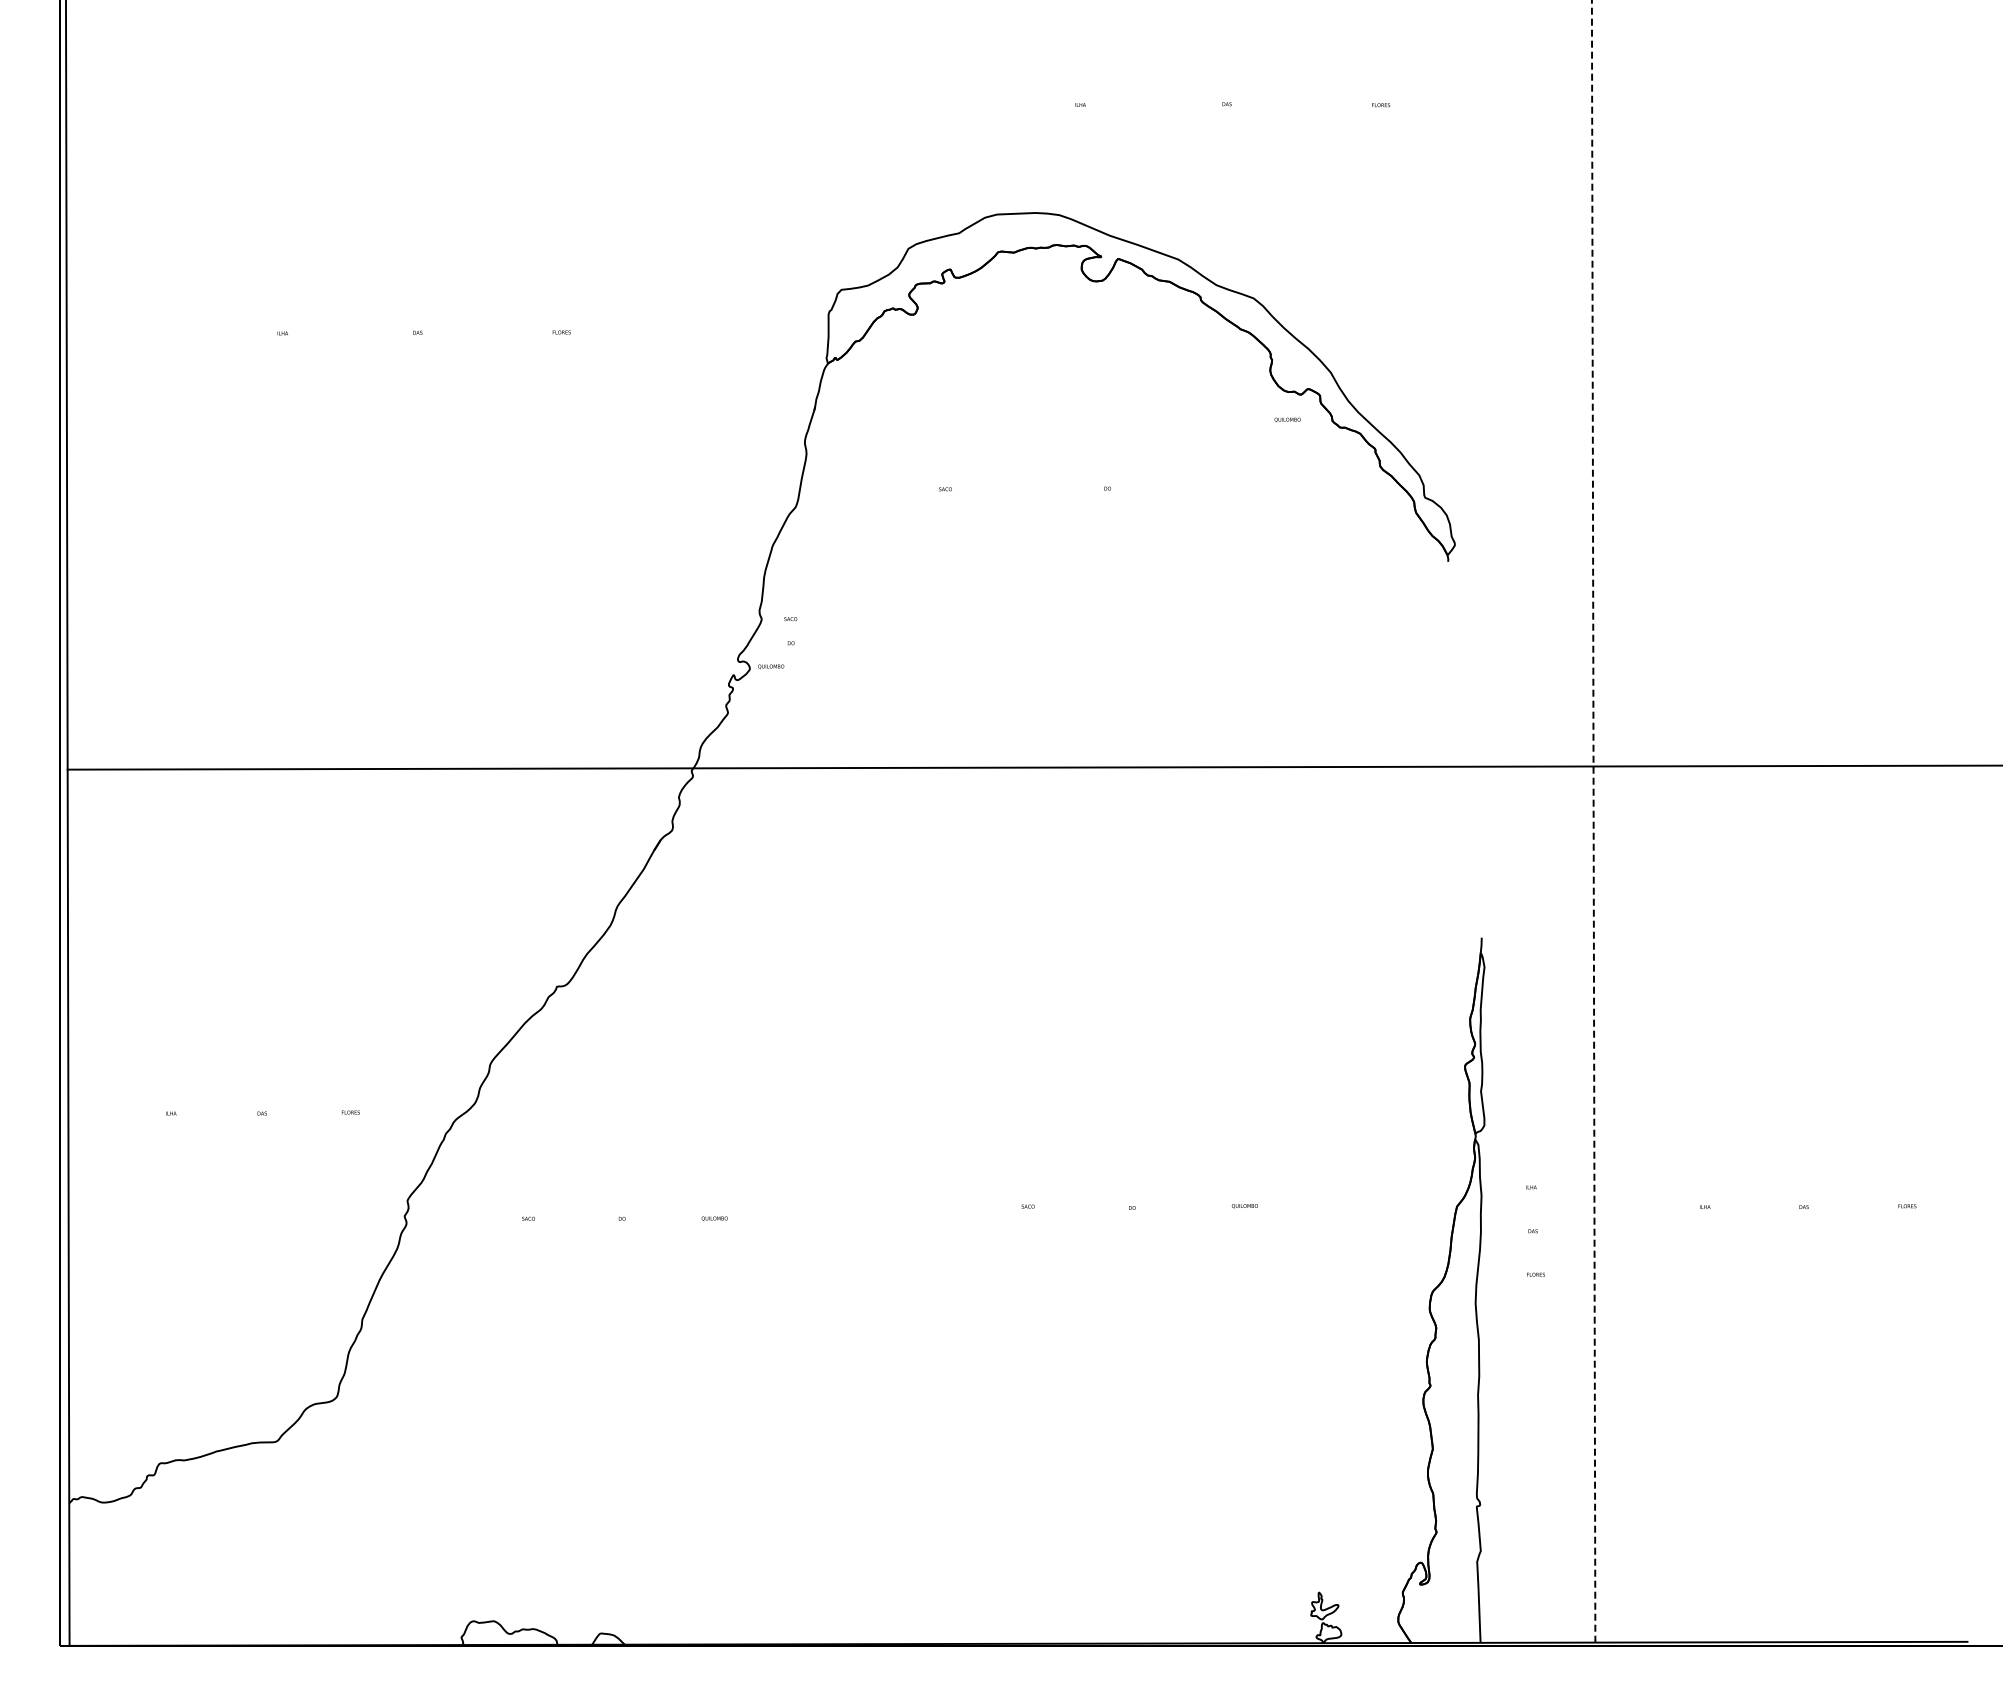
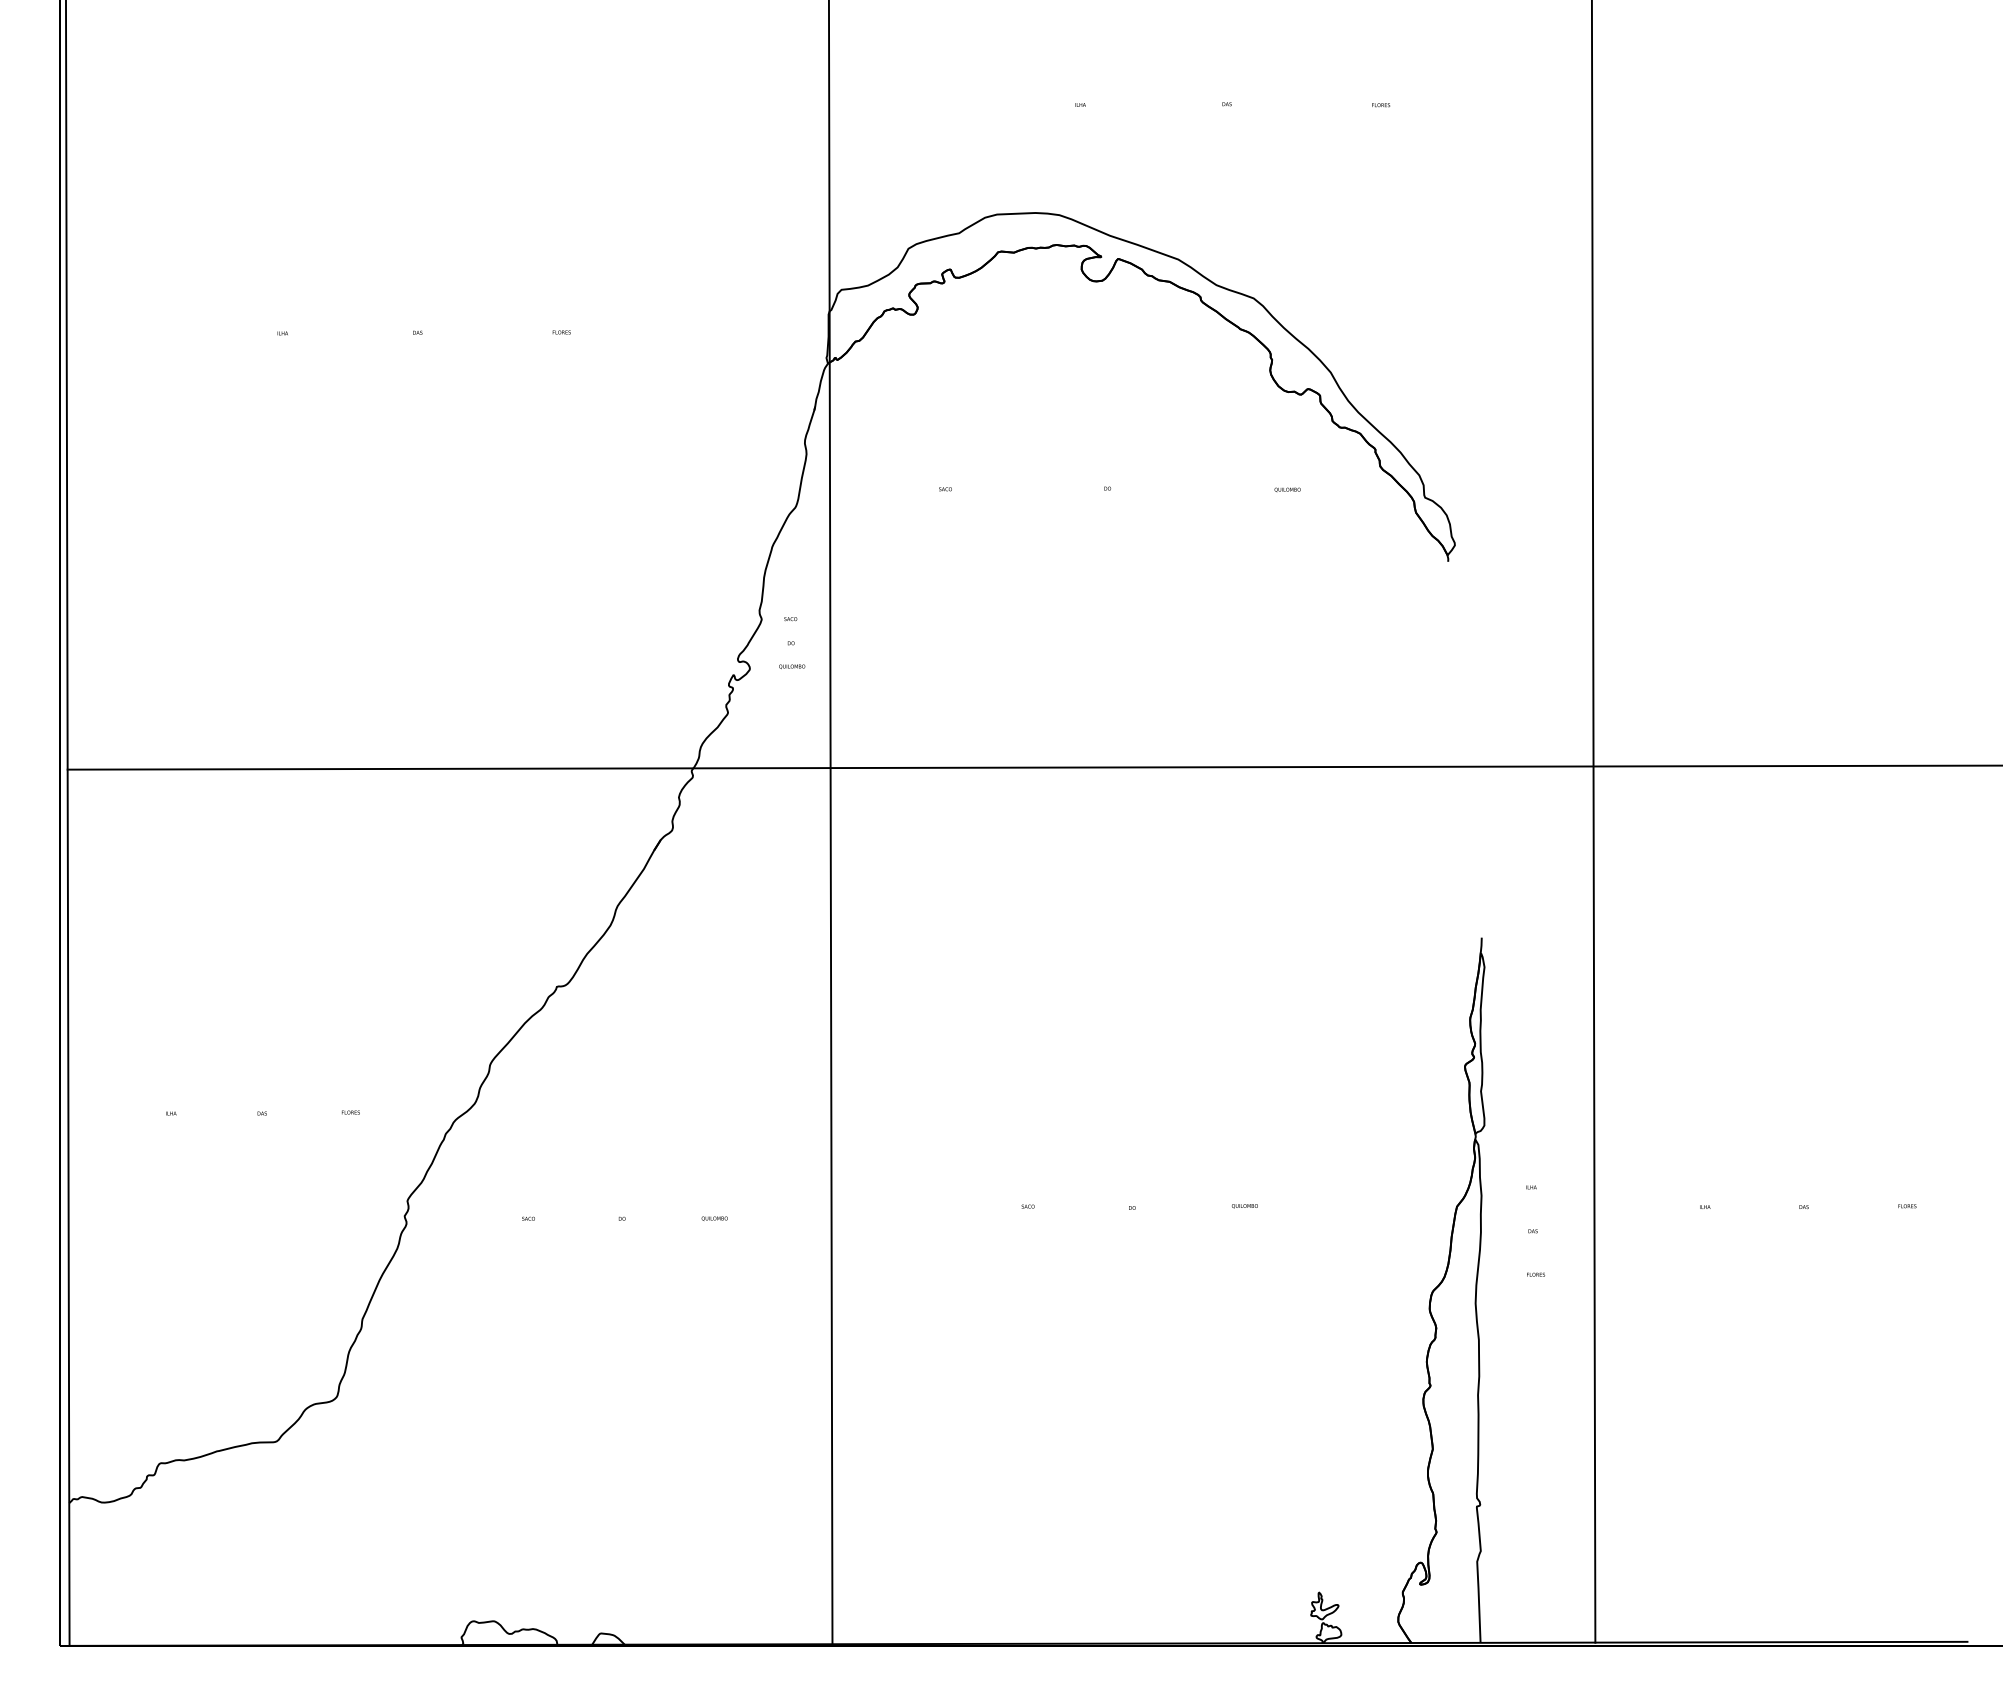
text at (1287, 419) position: (1287, 419) -> (1287, 489)
text at (771, 666) position: (771, 666) -> (792, 666)
line at (1593, 820): dashed -> solid
line at (830, 823): none -> present
